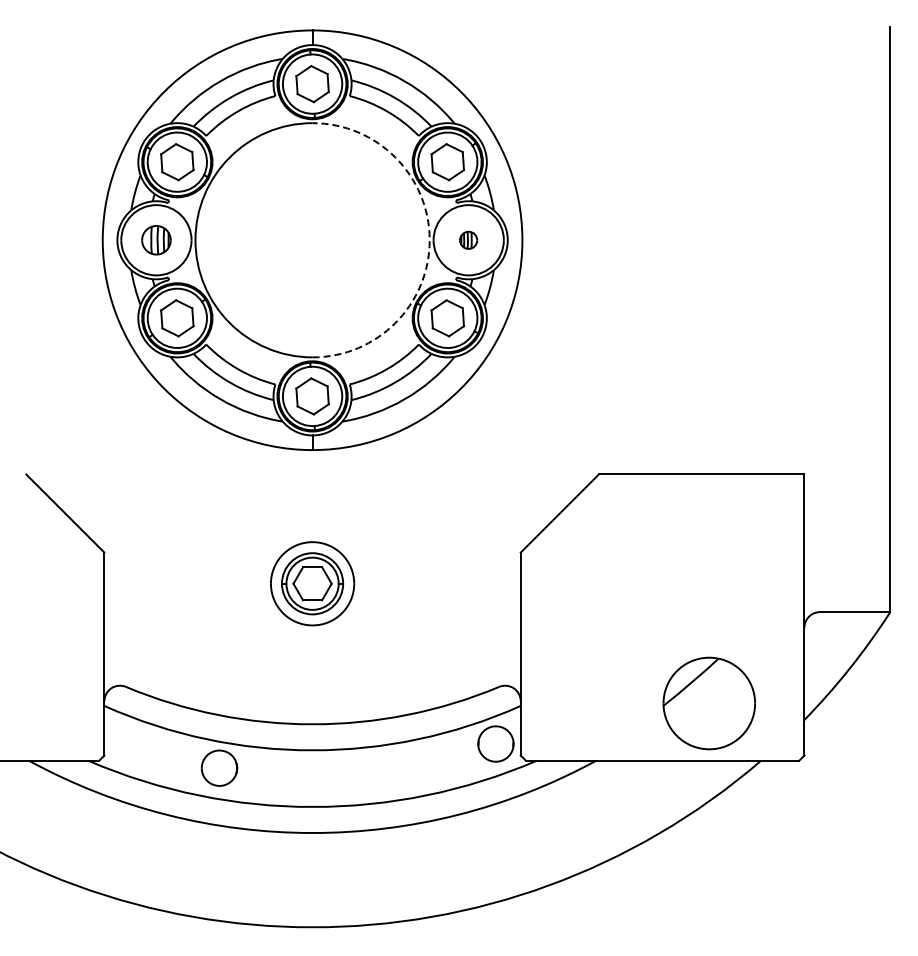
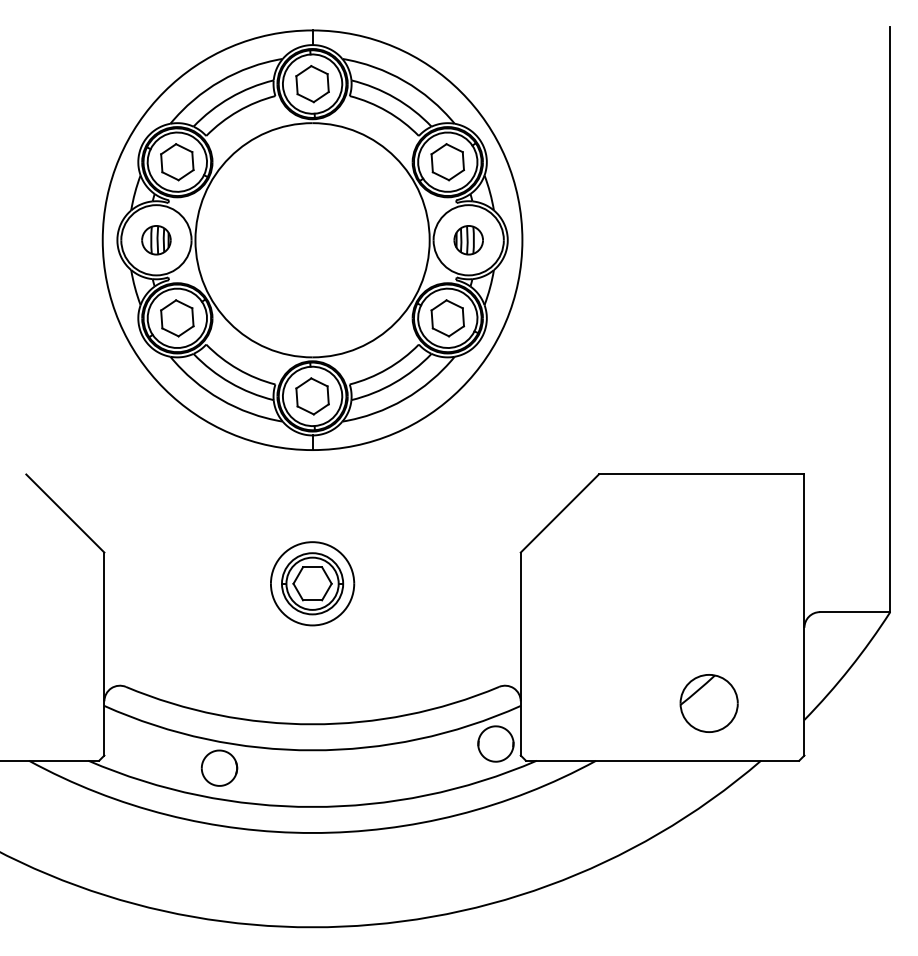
part at (468, 239) size: 20x20 px -> 31x31 px
arc at (429, 240): dashed -> solid
part at (708, 703) size: 94x95 px -> 60x59 px
